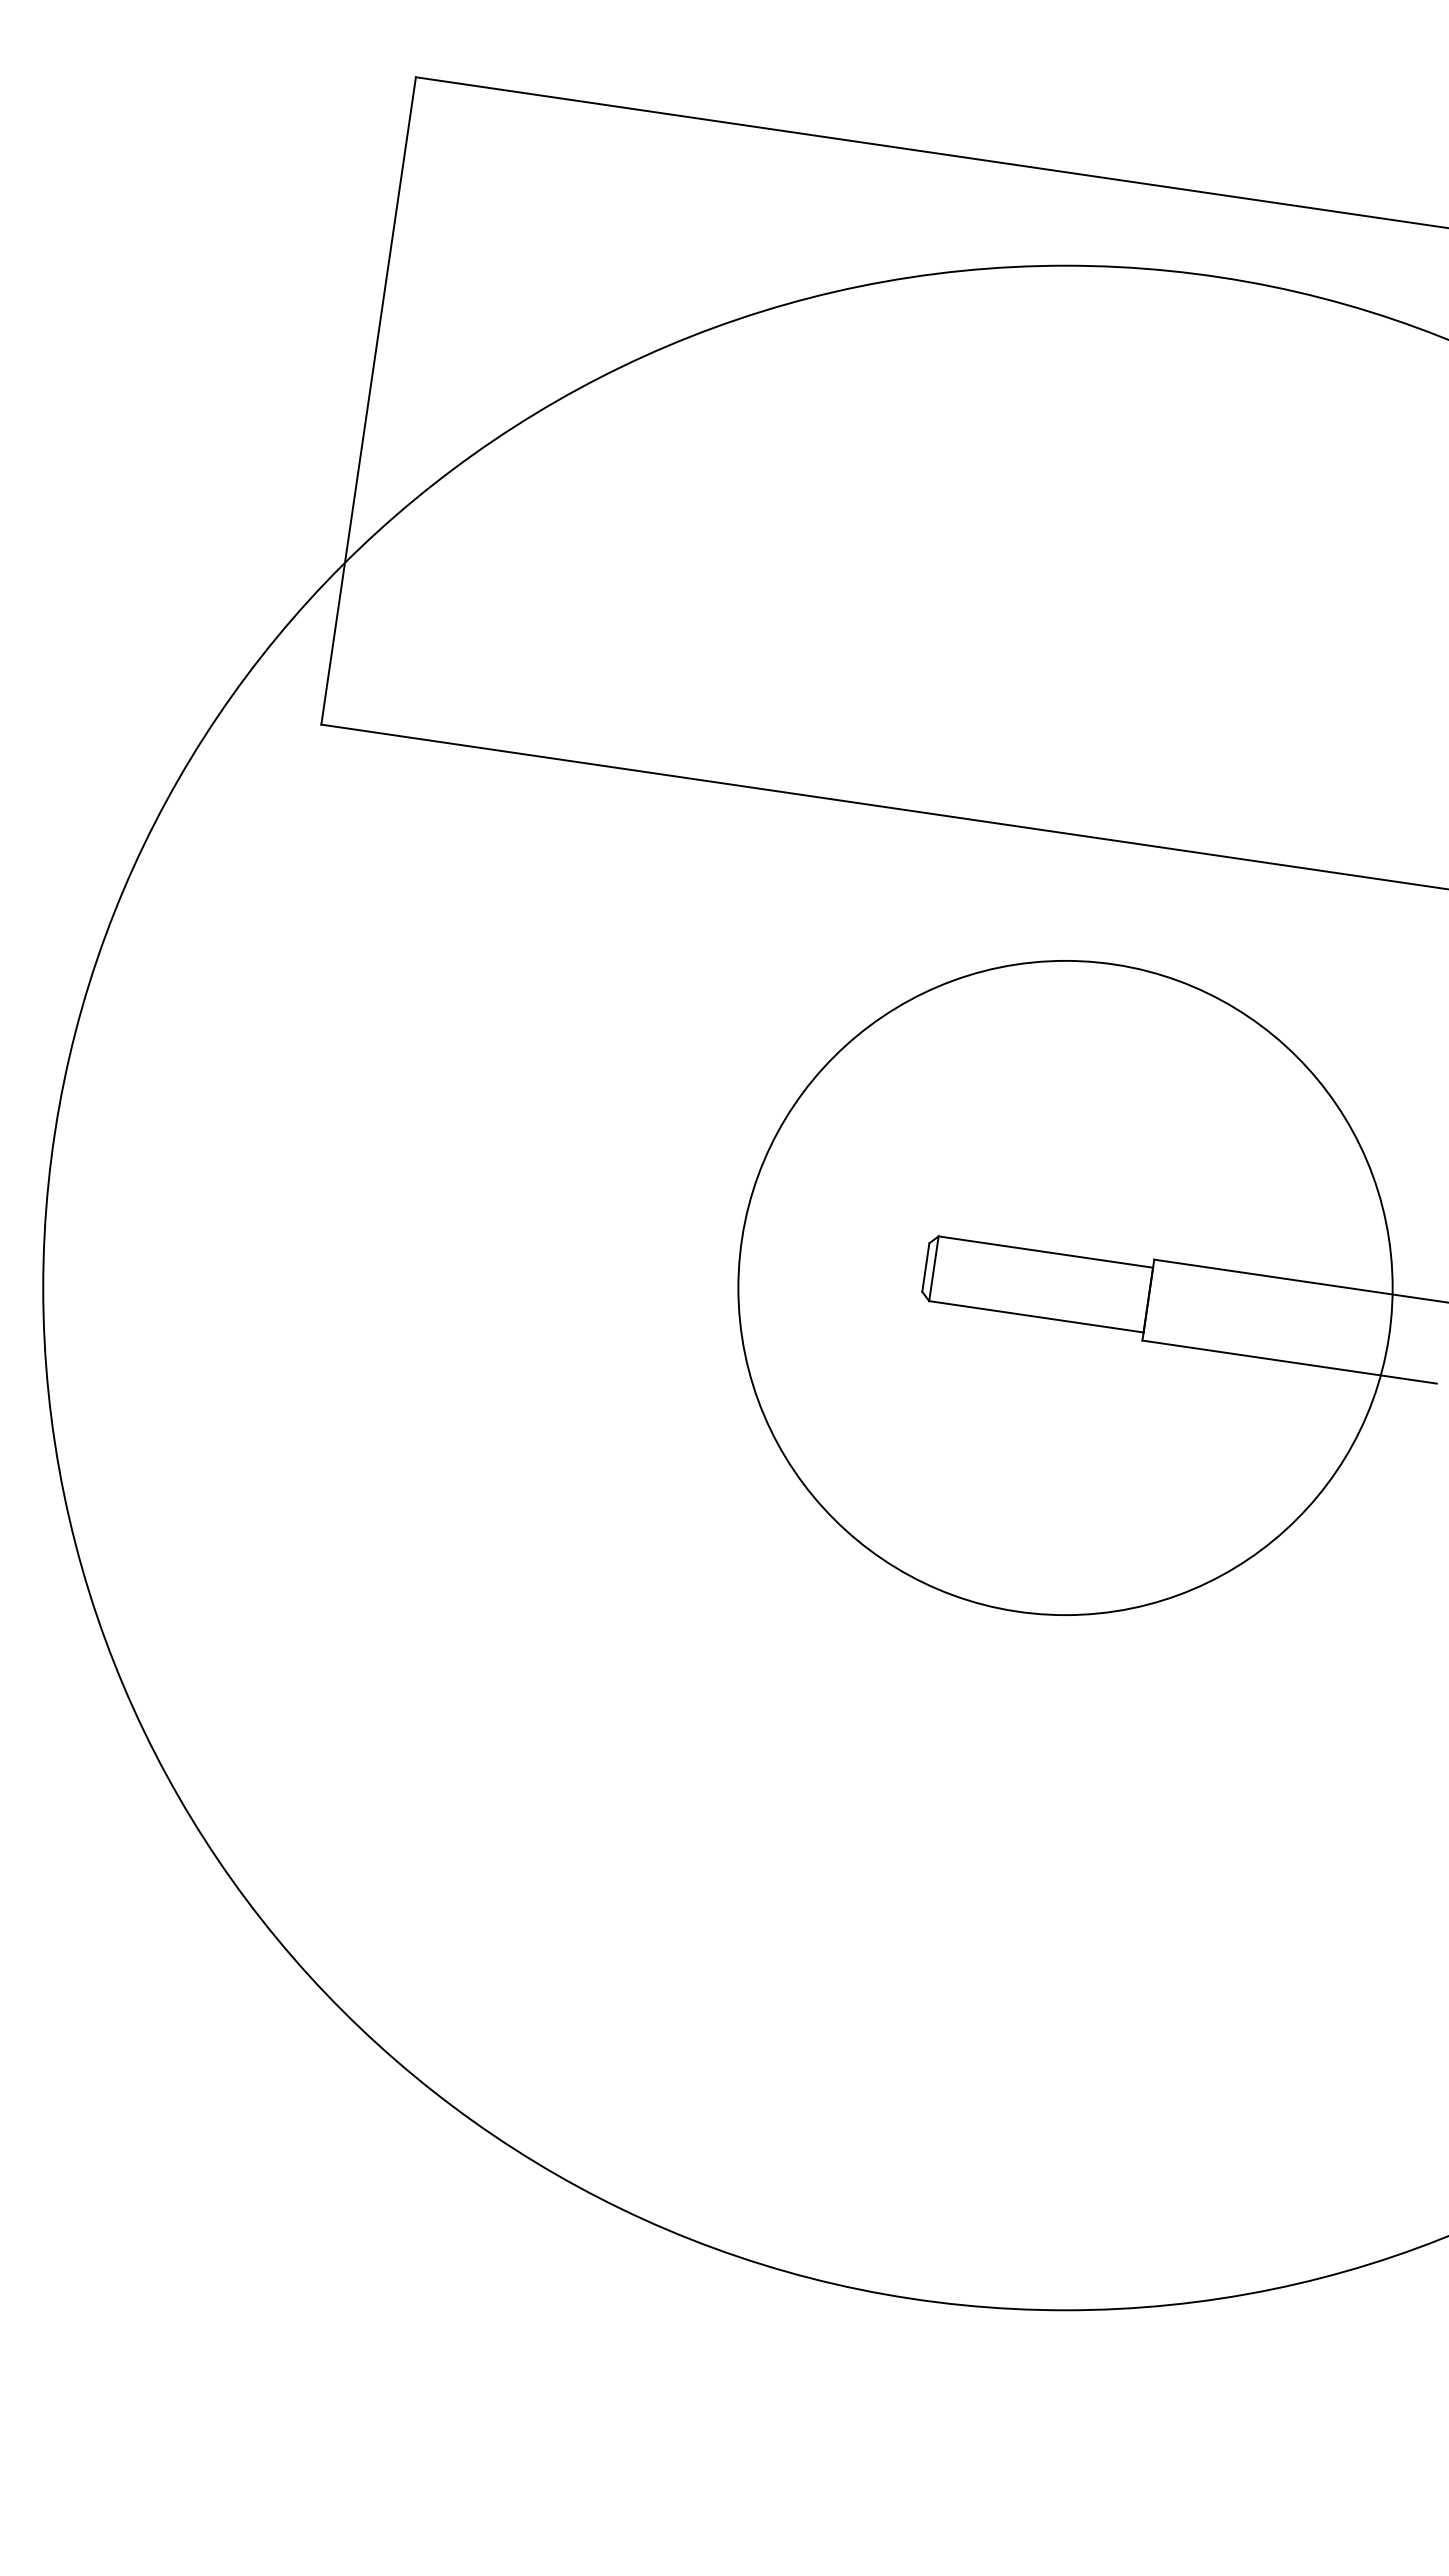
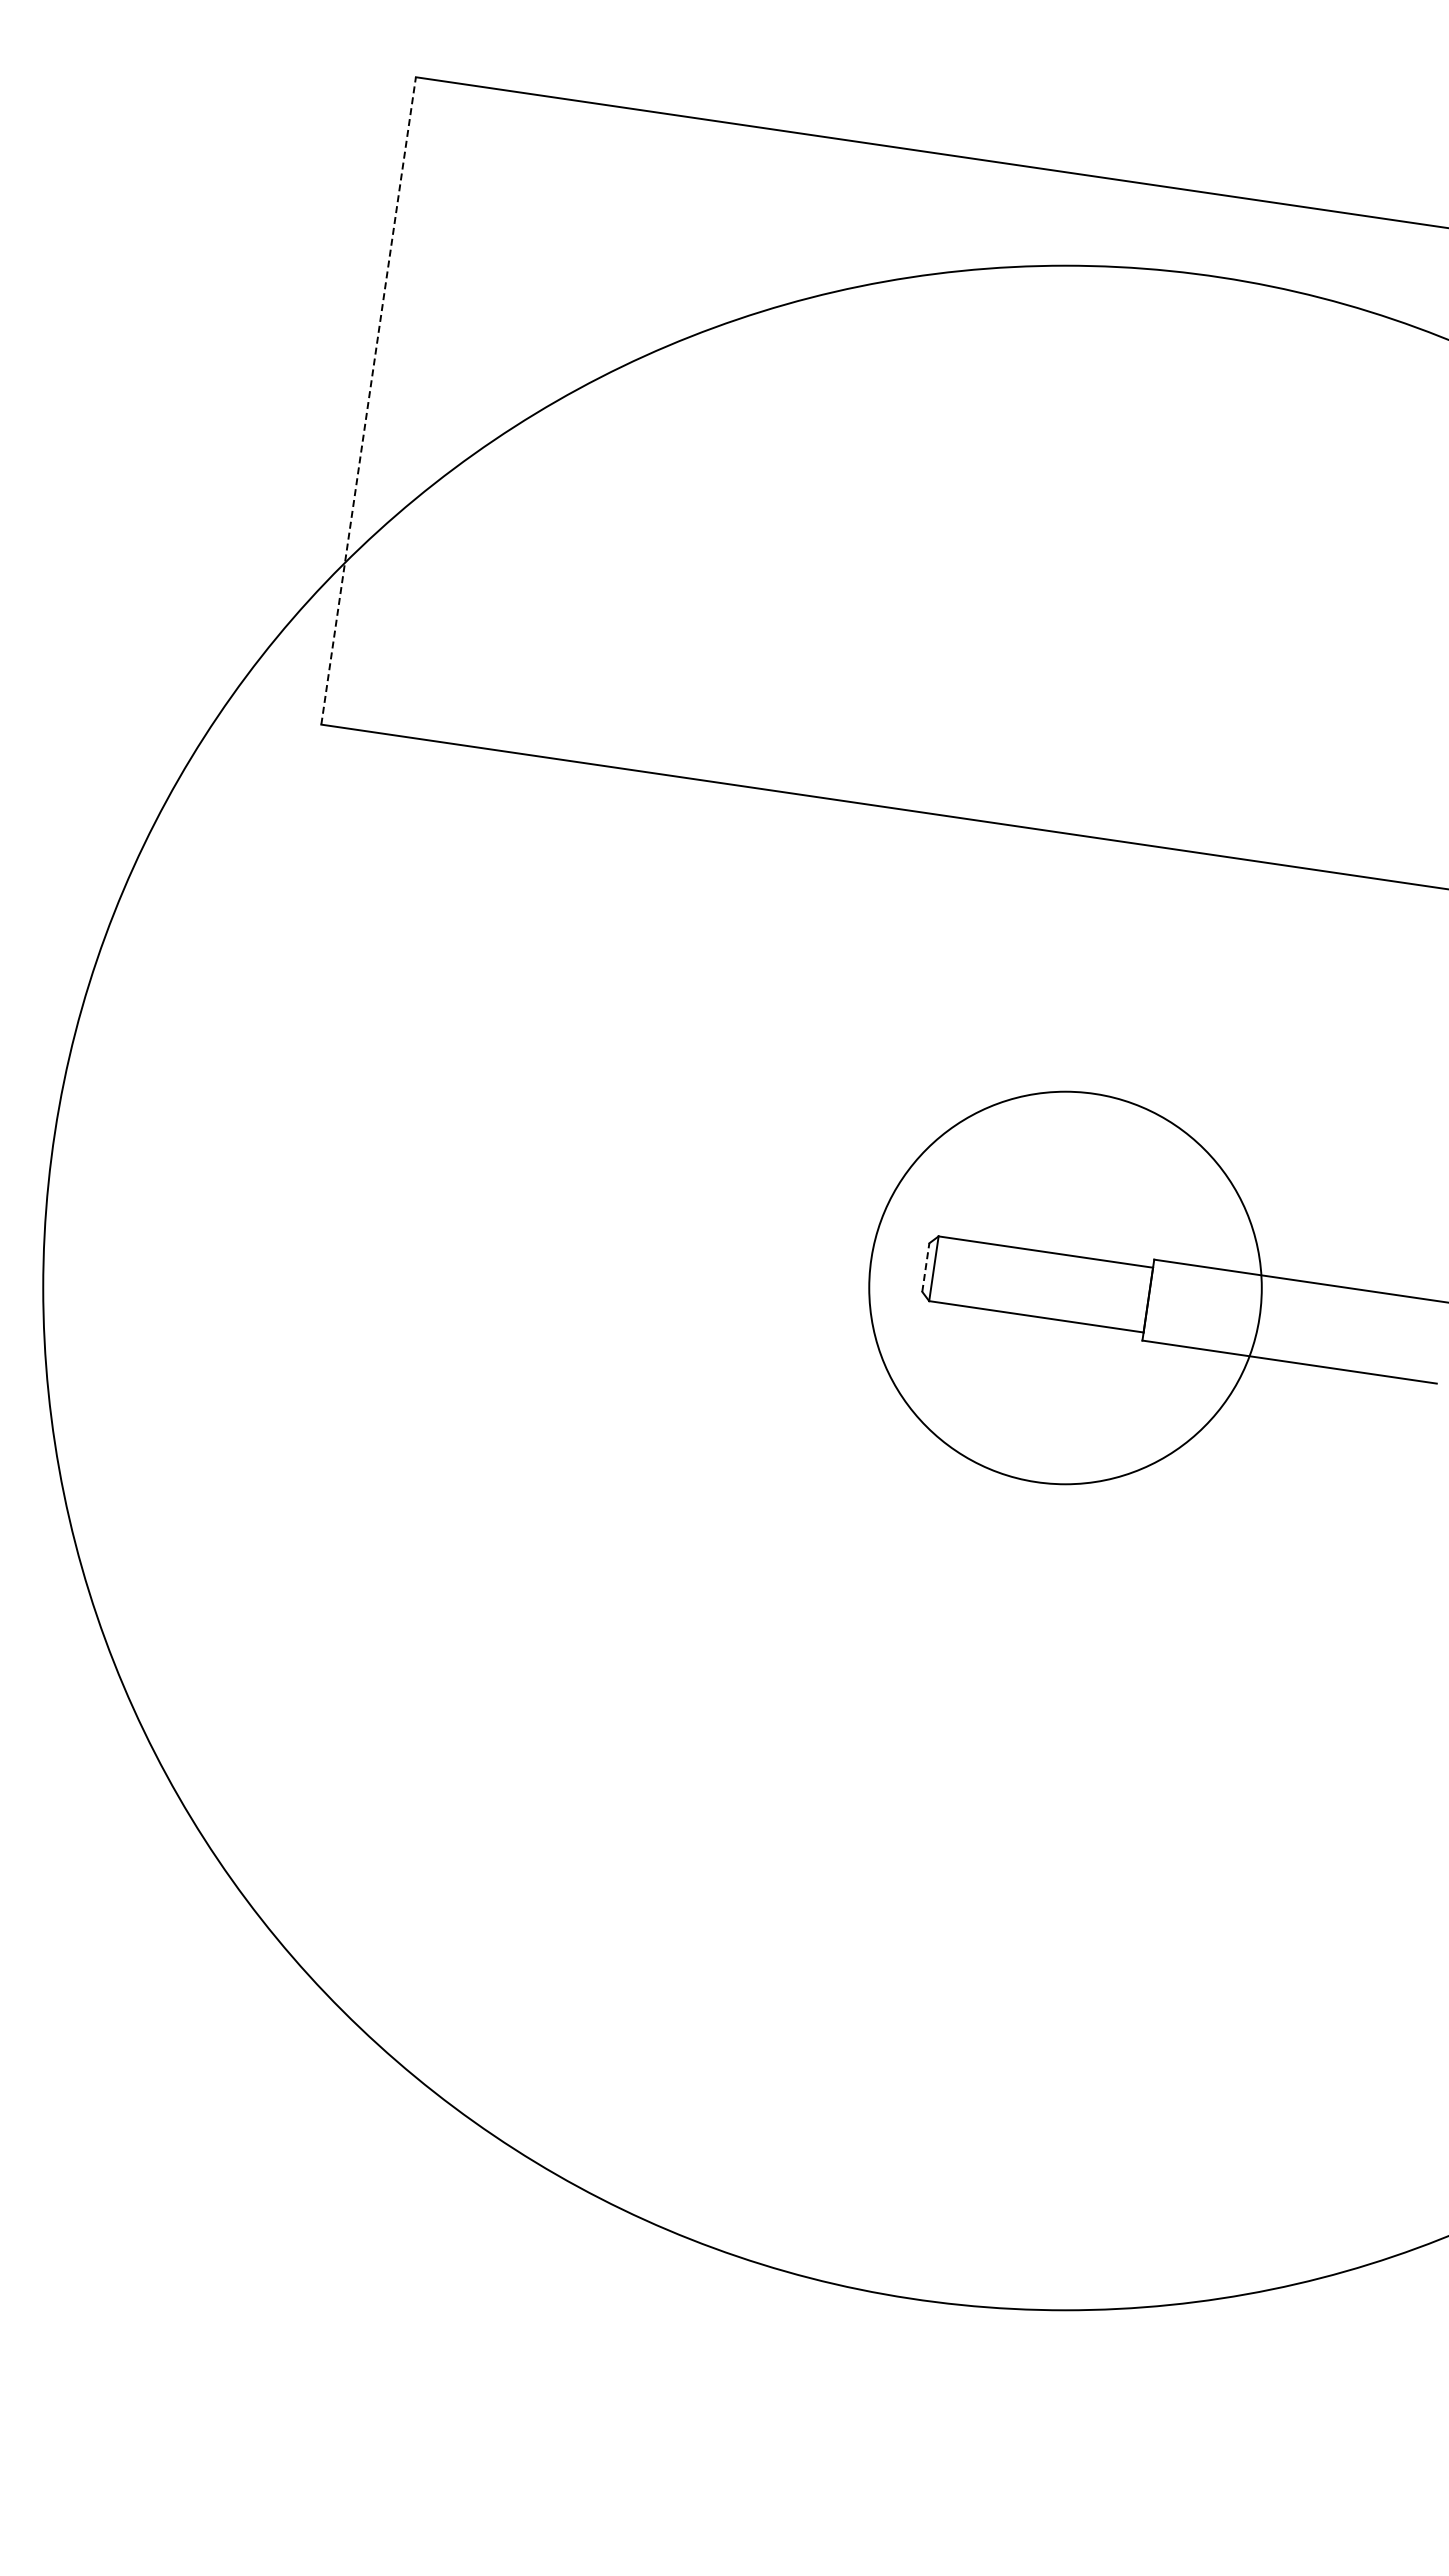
line at (368, 400): solid -> dashed
line at (925, 1267): solid -> dashed
circle at (1065, 1287) diameter: 654 px -> 393 px
